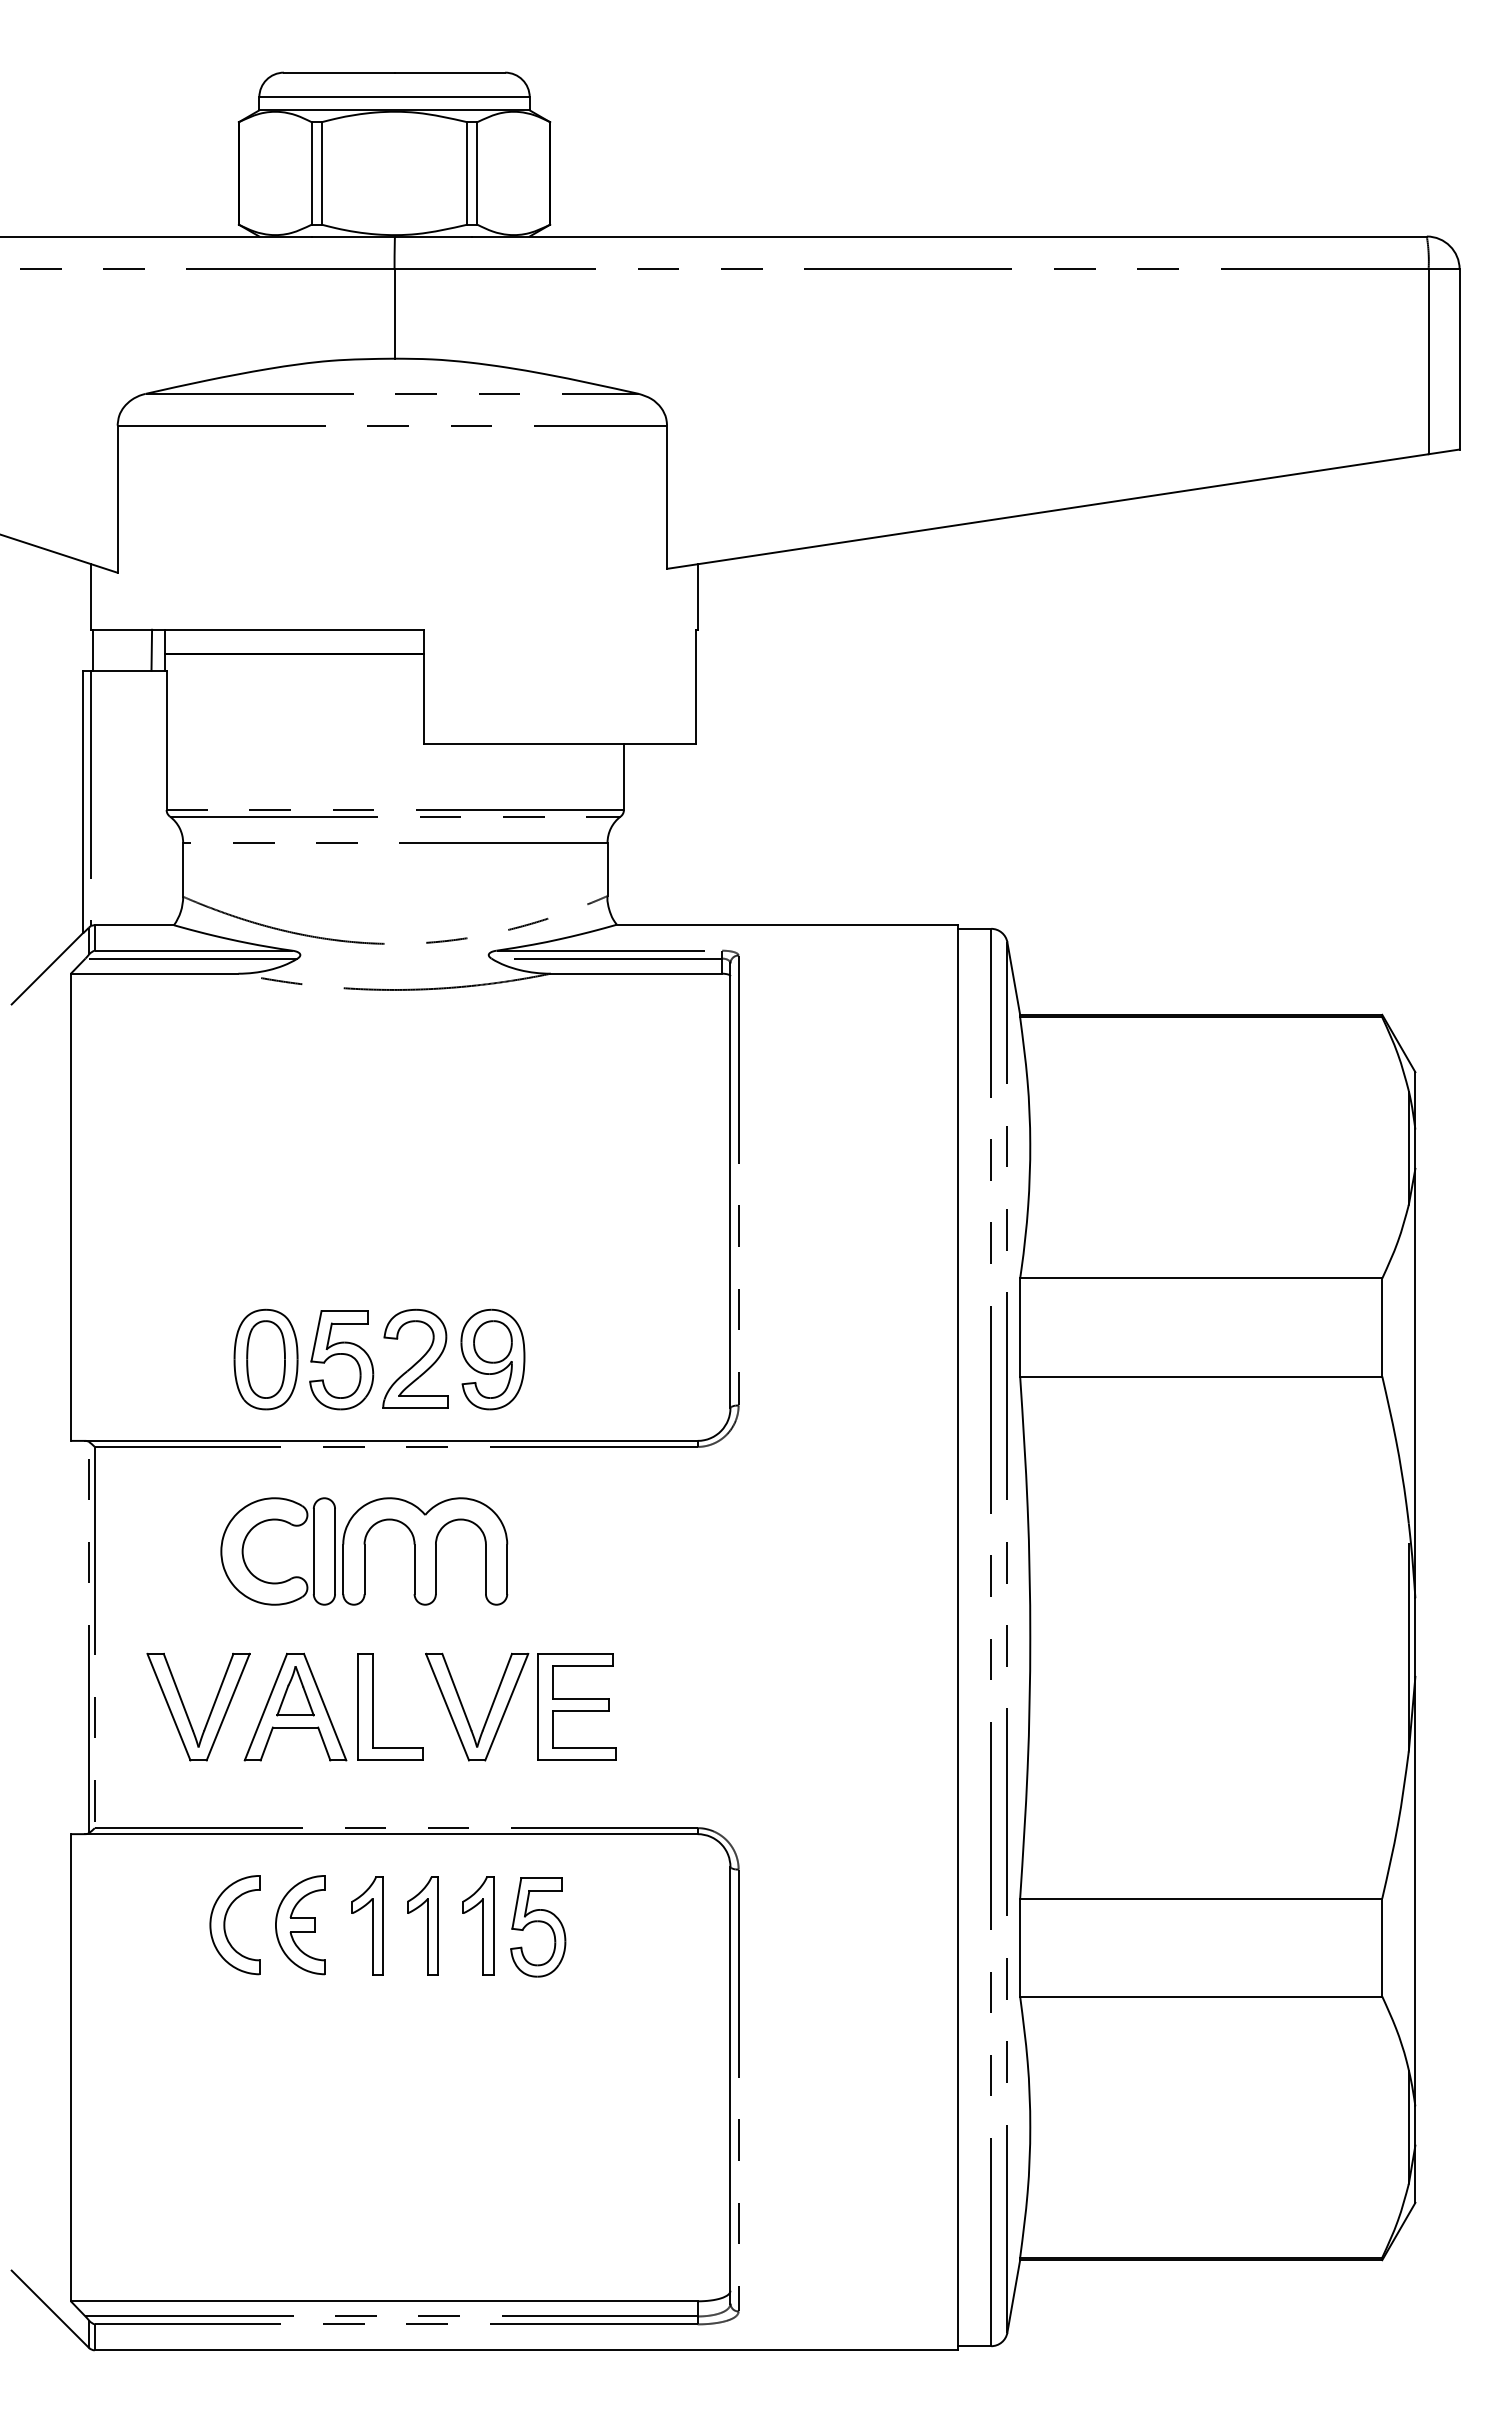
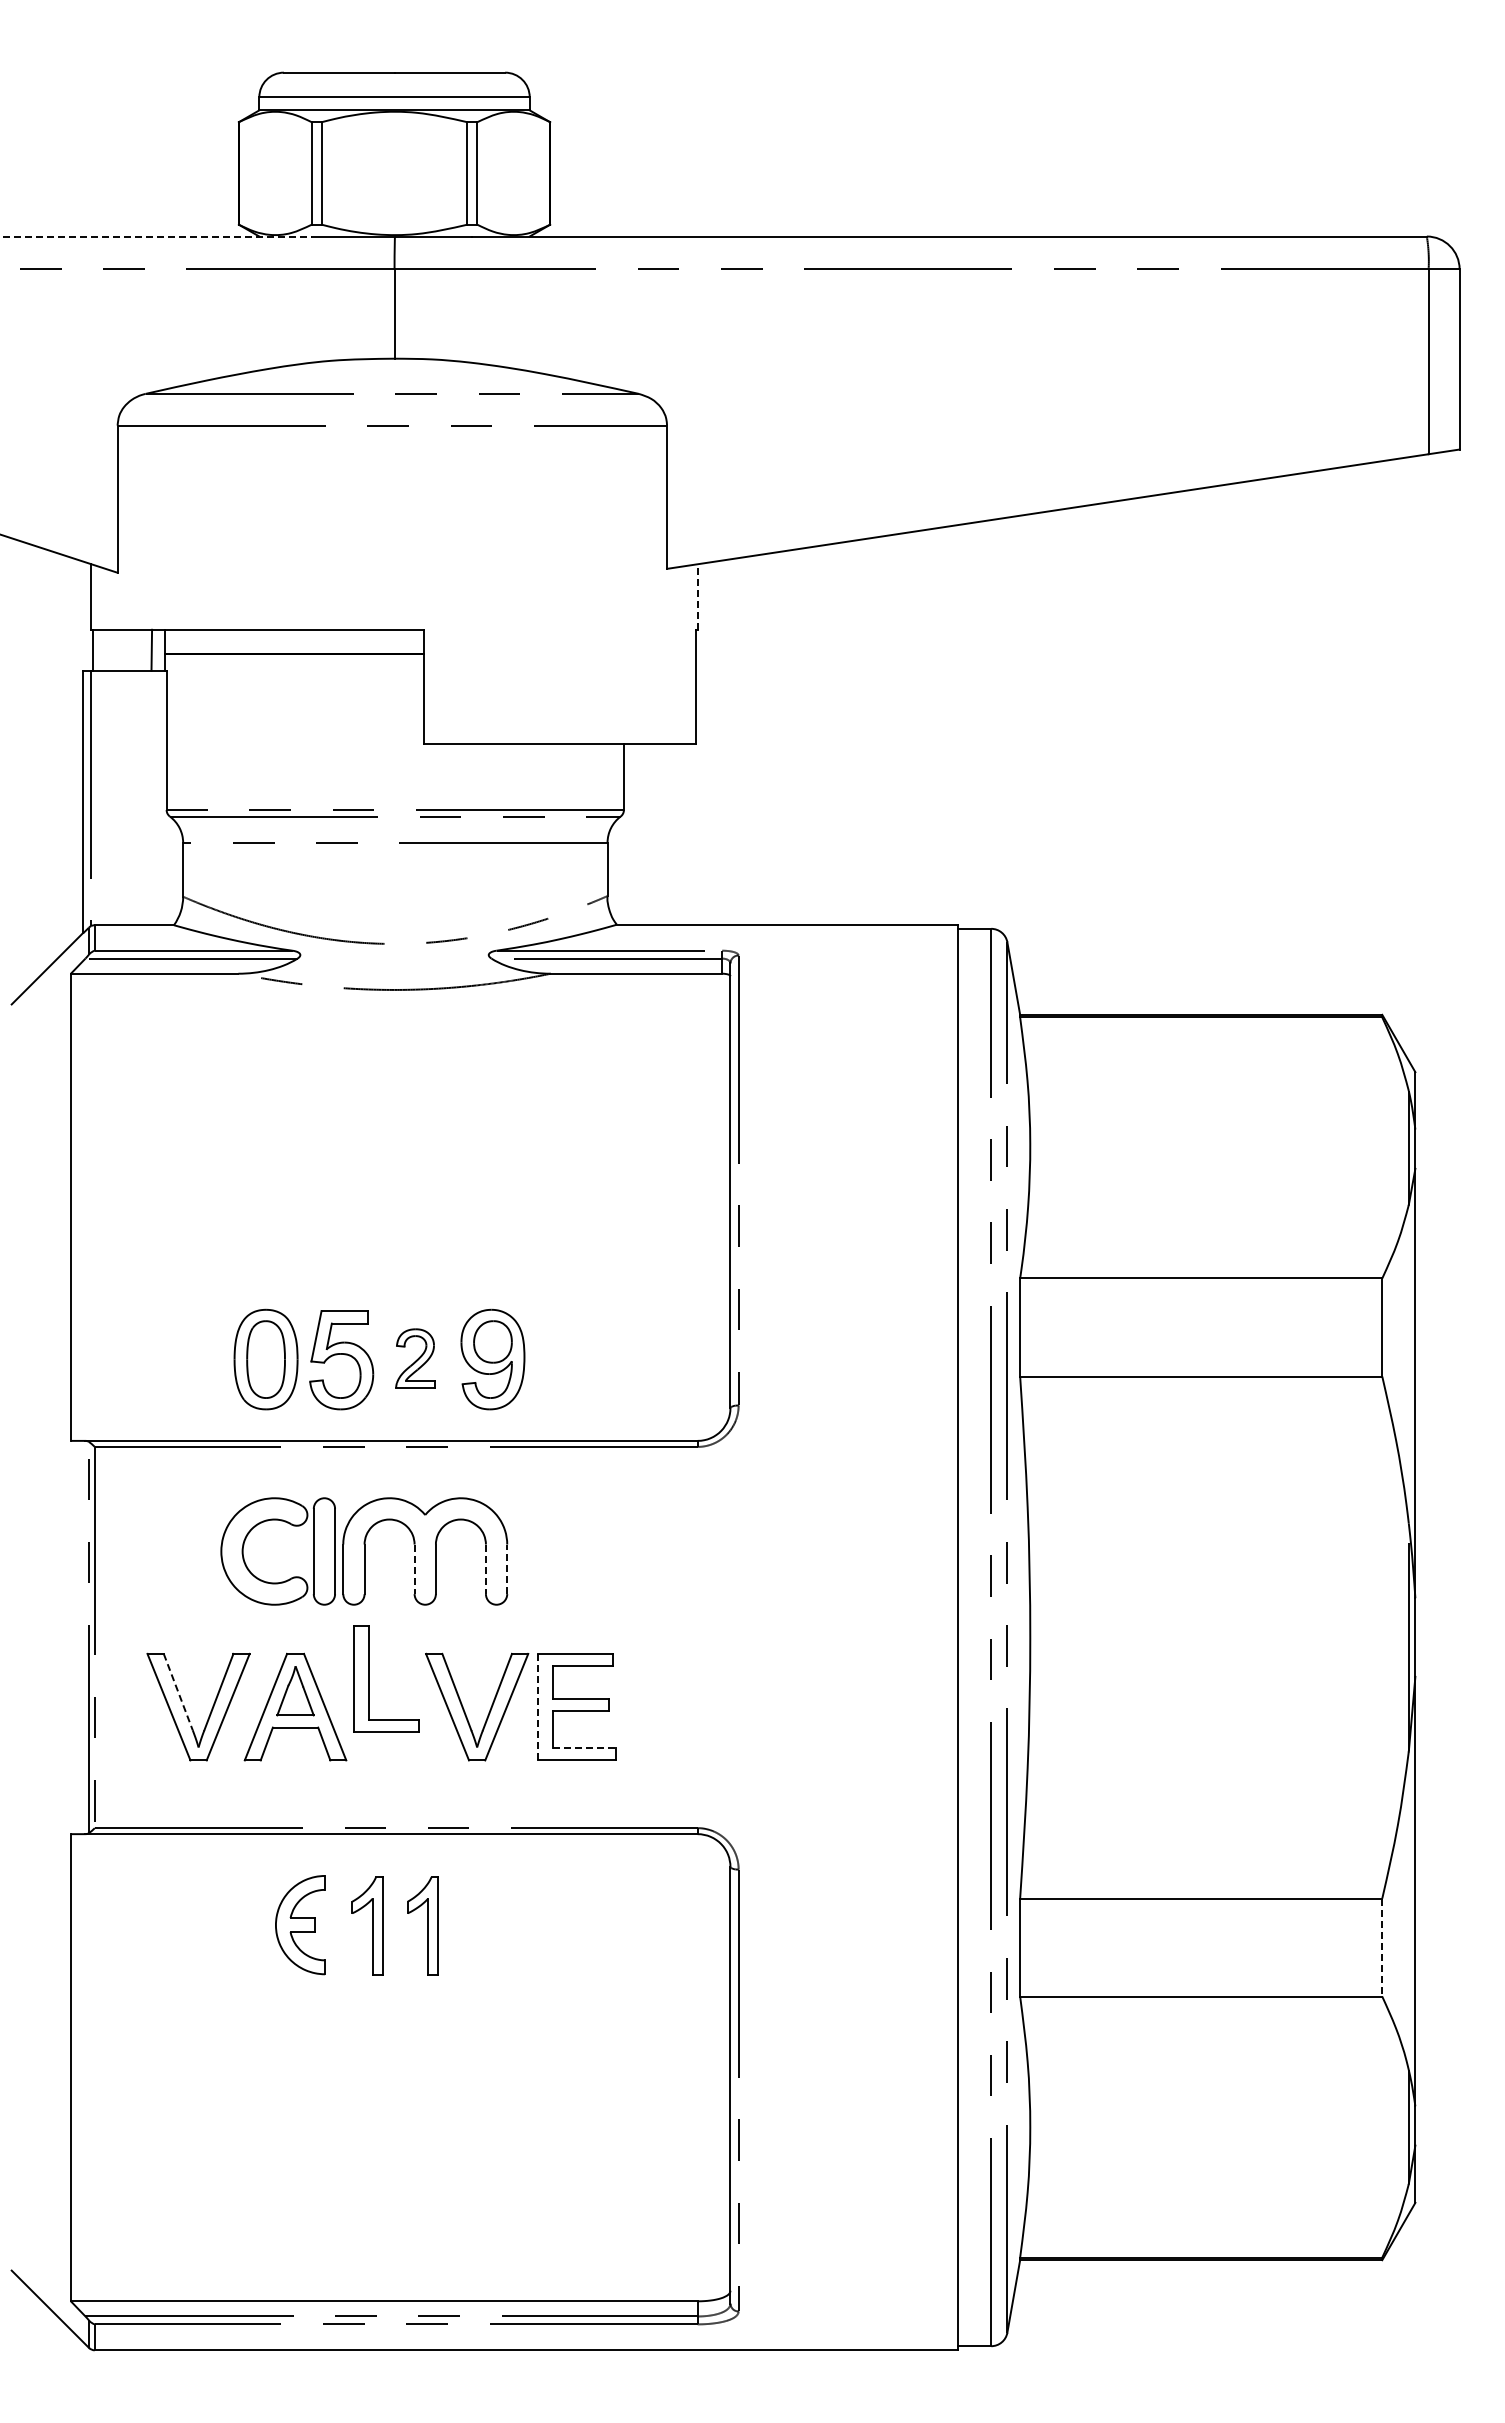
line at (156, 236): solid -> dashed
line at (697, 597): solid -> dashed
part at (415, 1358) size: 67x101 px -> 41x61 px
line at (414, 1569): solid -> dashed
line at (485, 1569): solid -> dashed
line at (507, 1569): solid -> dashed
line at (178, 1692): solid -> dashed
part at (373, 1706) position: (373, 1706) -> (369, 1678)
line at (537, 1706): solid -> dashed
line at (584, 1748): solid -> dashed
part at (225, 1925): present -> none
part at (478, 1925): present -> none
part at (538, 1927): present -> none
line at (1382, 1948): solid -> dashed
